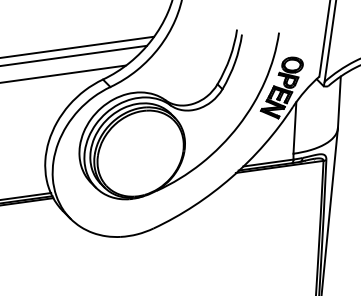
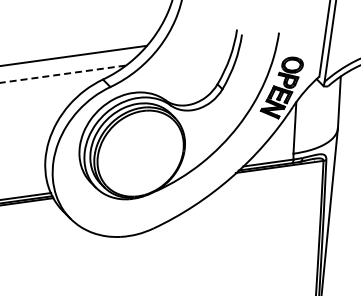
line at (77, 46): present -> none
line at (63, 74): solid -> dashed
